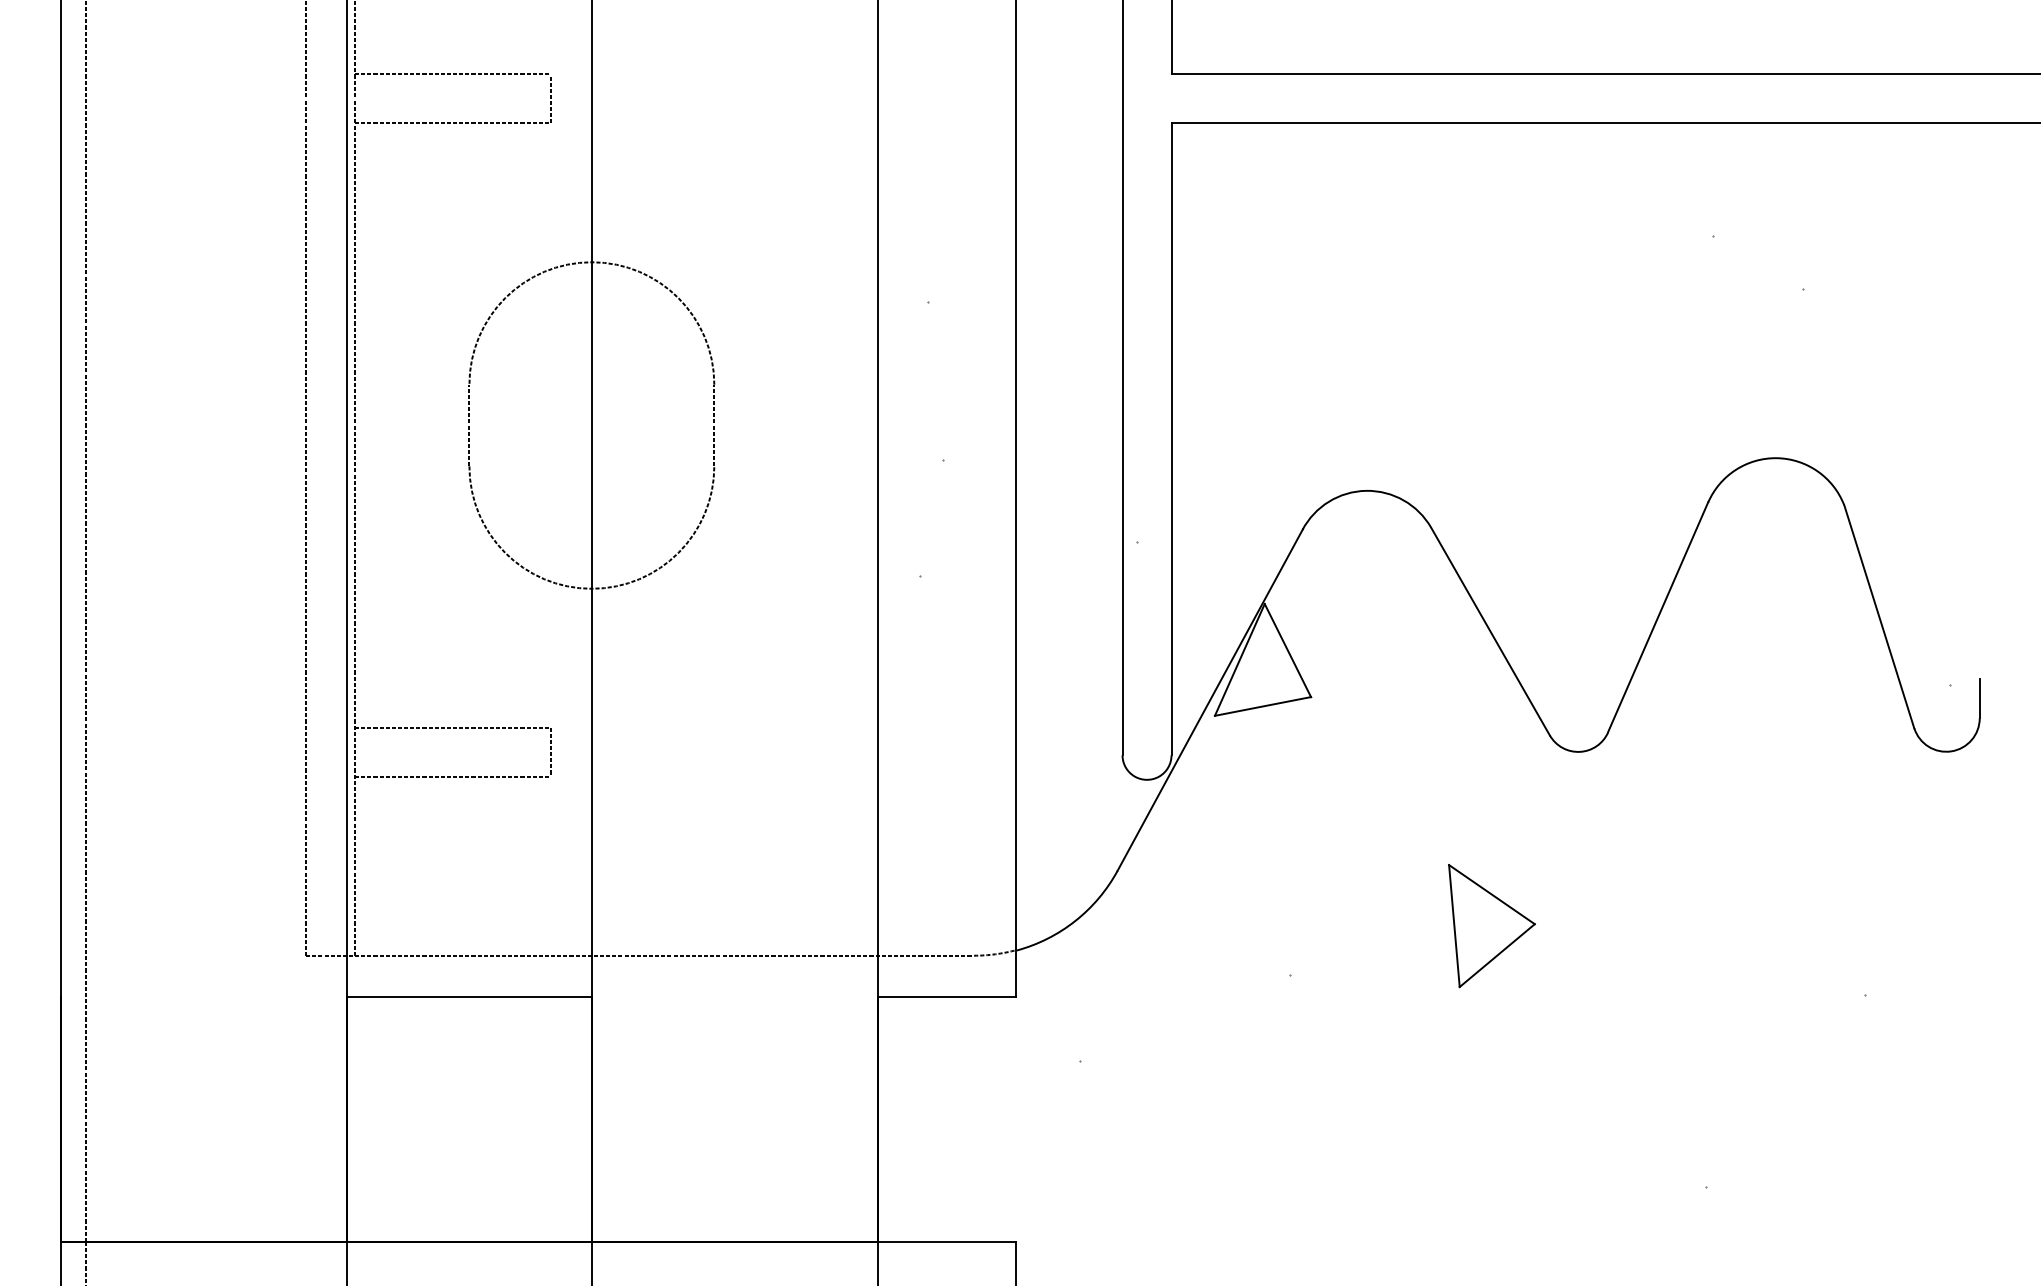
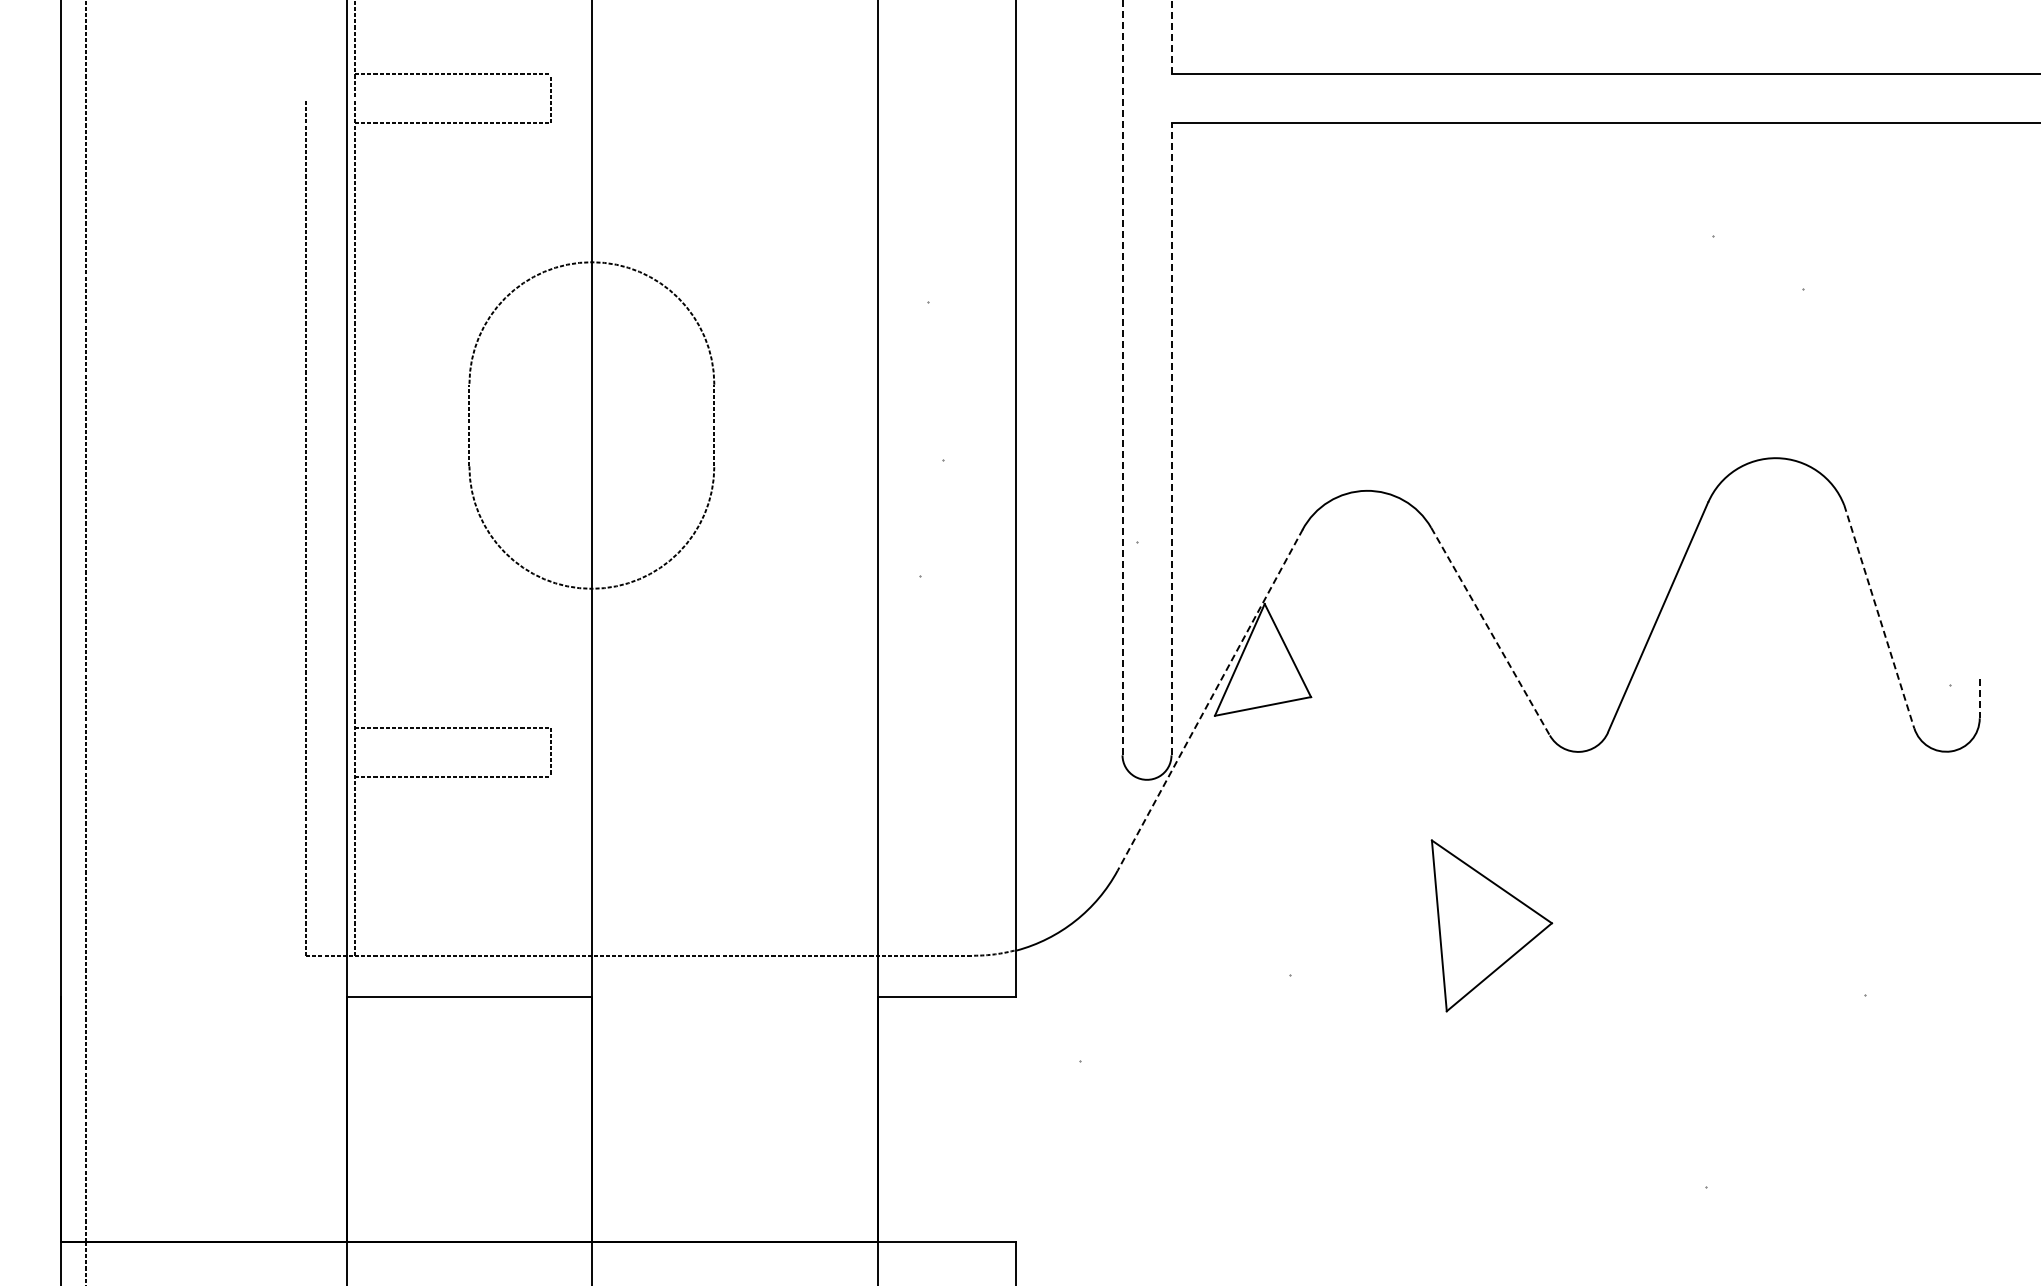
line at (1171, 37): solid -> dashed
line at (306, 50): present -> none
line at (1122, 377): solid -> dashed
line at (1171, 439): solid -> dashed
line at (1879, 617): solid -> dashed
line at (1490, 632): solid -> dashed
line at (1979, 698): solid -> dashed
line at (1210, 700): solid -> dashed
part at (1491, 926) size: 88x125 px -> 124x174 px
